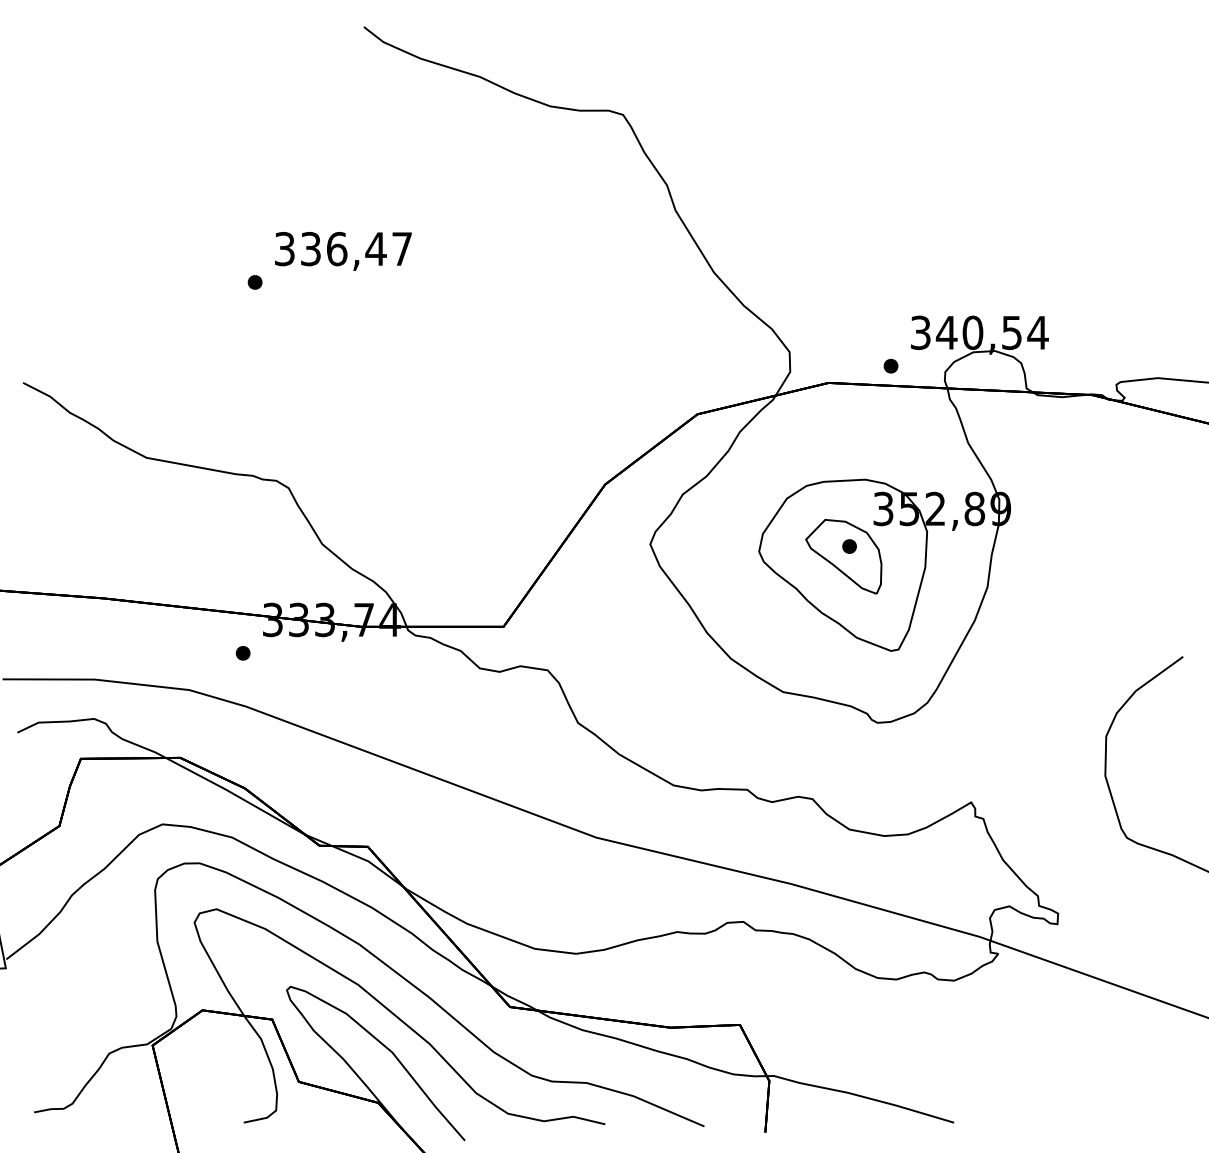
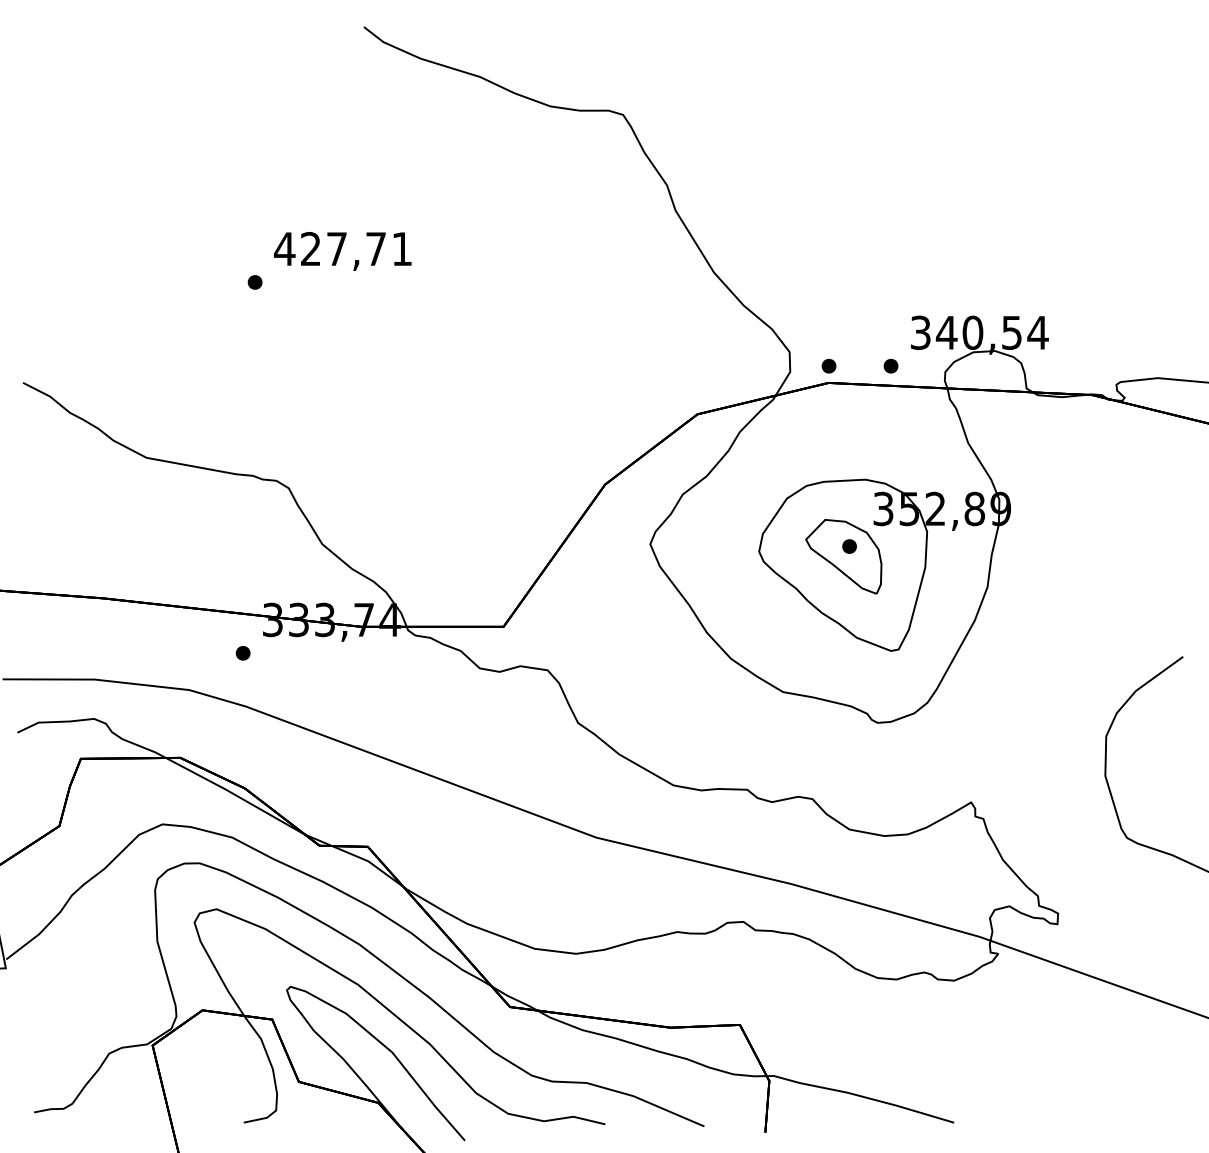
text at (342, 248): 336,47 -> 427,71
part at (828, 365): none -> present
